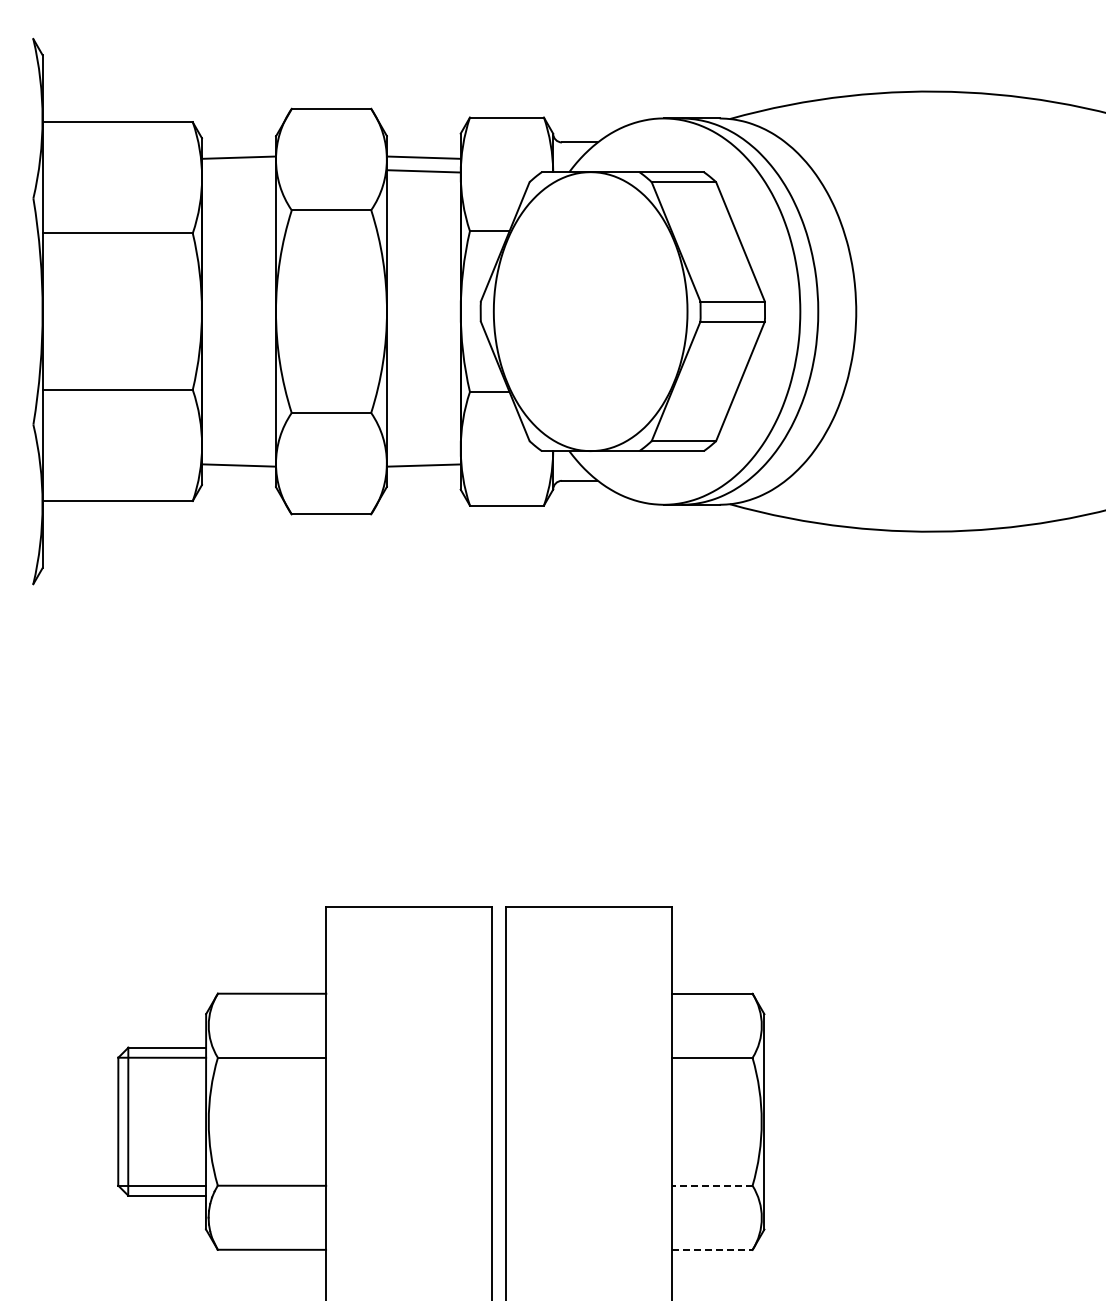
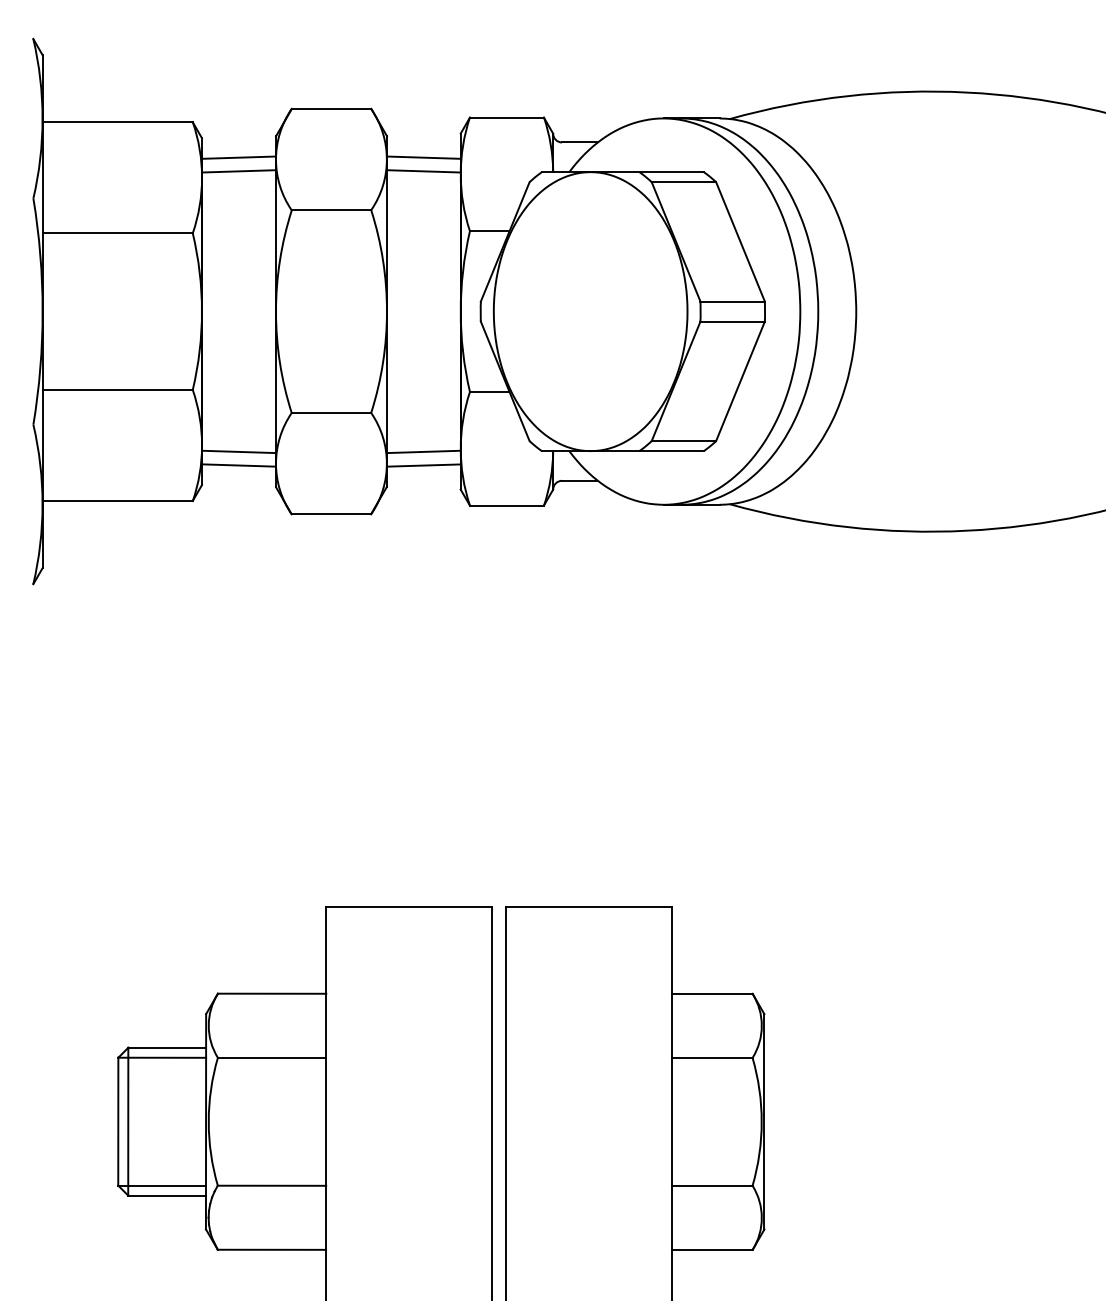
line at (238, 171): none -> present
line at (238, 451): none -> present
line at (423, 451): none -> present
line at (711, 1185): dashed -> solid
line at (712, 1249): dashed -> solid
